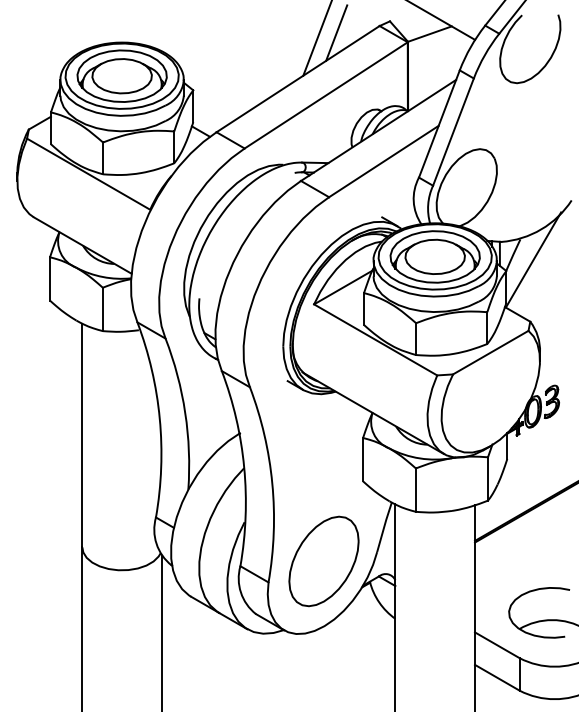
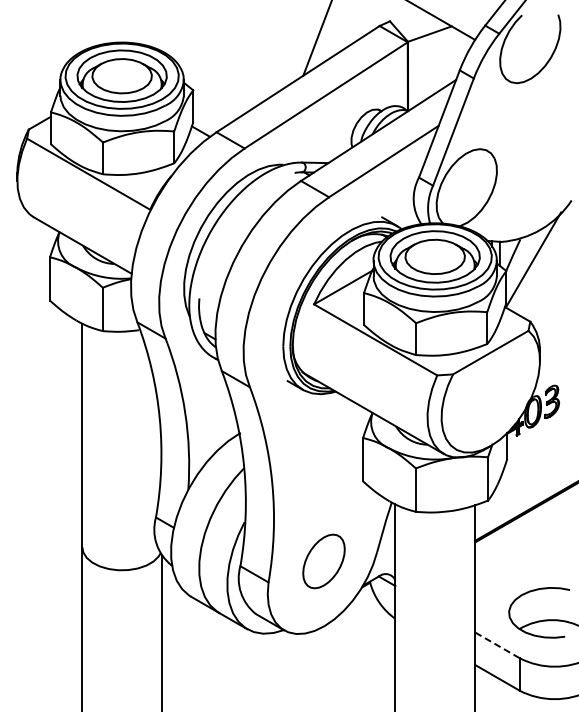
line at (336, 32): present -> none
part at (323, 561) size: 72x93 px -> 44x57 px
line at (497, 645): solid -> dashed
